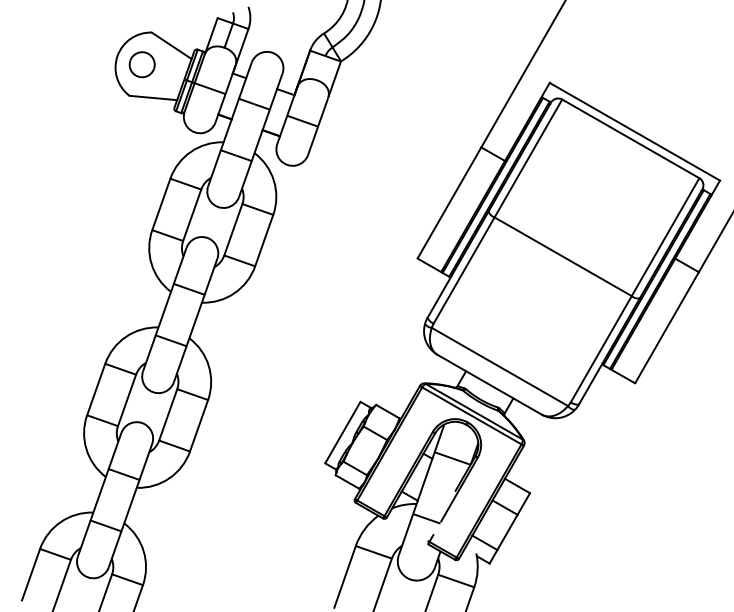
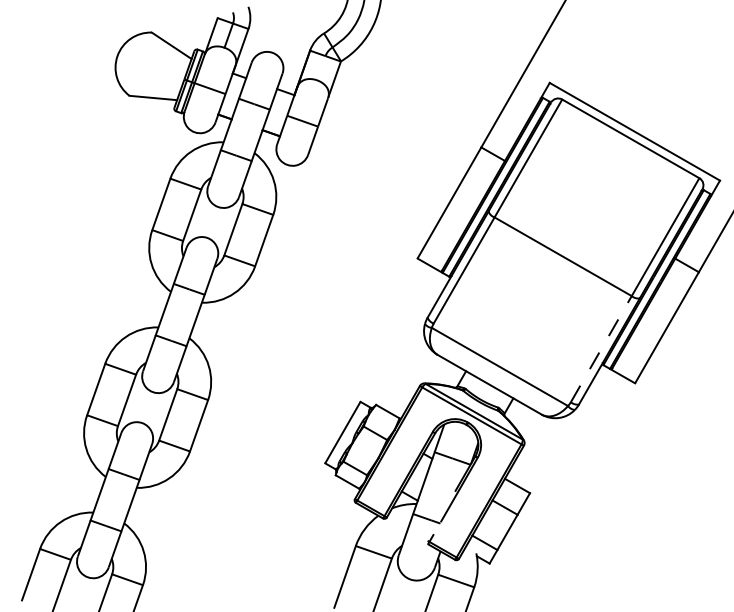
part at (141, 64): present -> none
line at (601, 348): solid -> dashed
